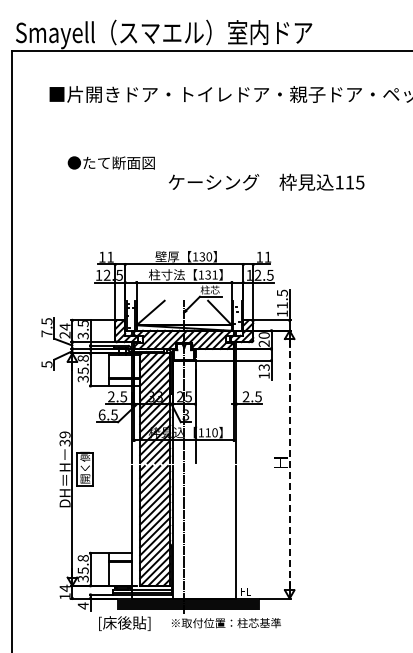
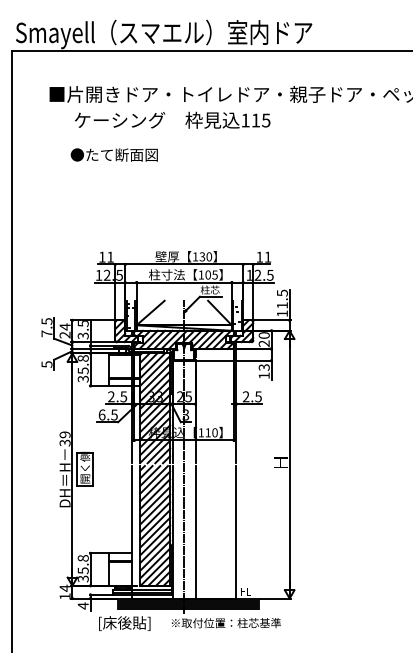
text at (110, 162) position: (110, 162) -> (113, 154)
text at (266, 181) position: (266, 181) -> (172, 119)
text at (211, 274): 131 -> 105
line at (289, 465): dashed -> solid
line at (195, 532): none -> present
